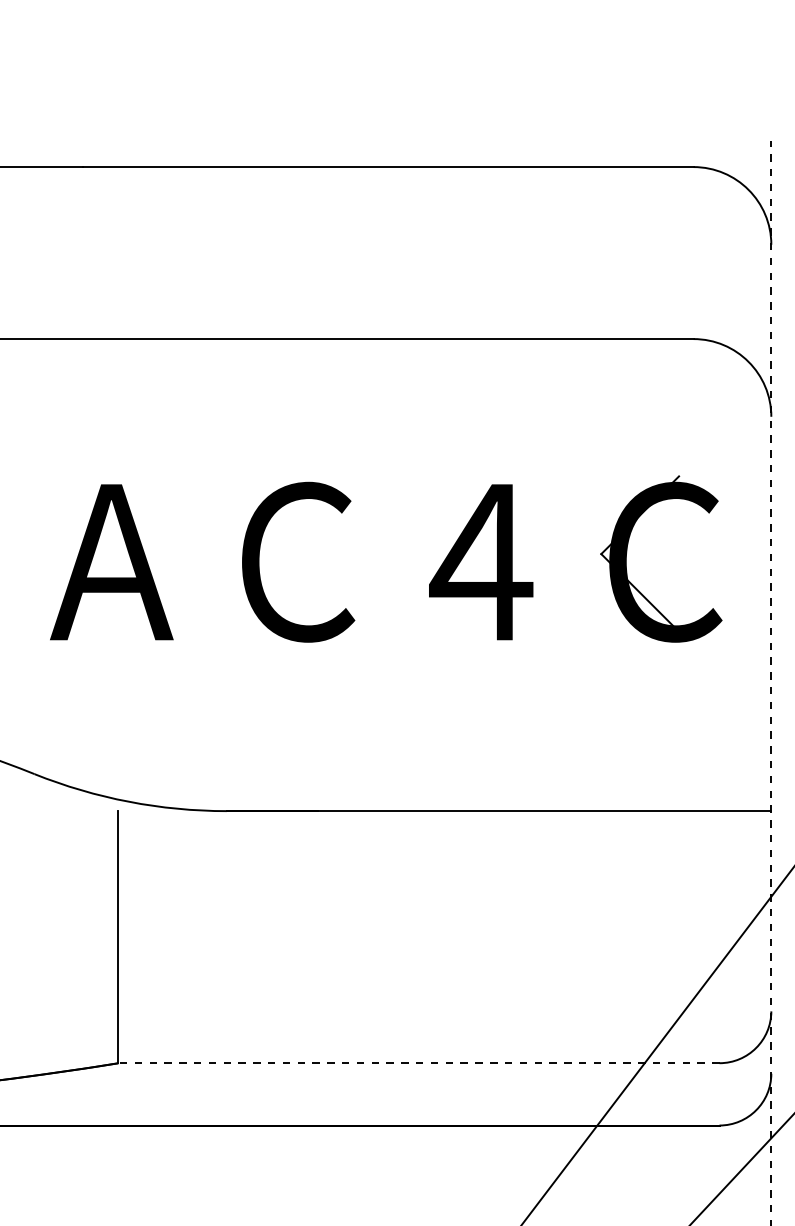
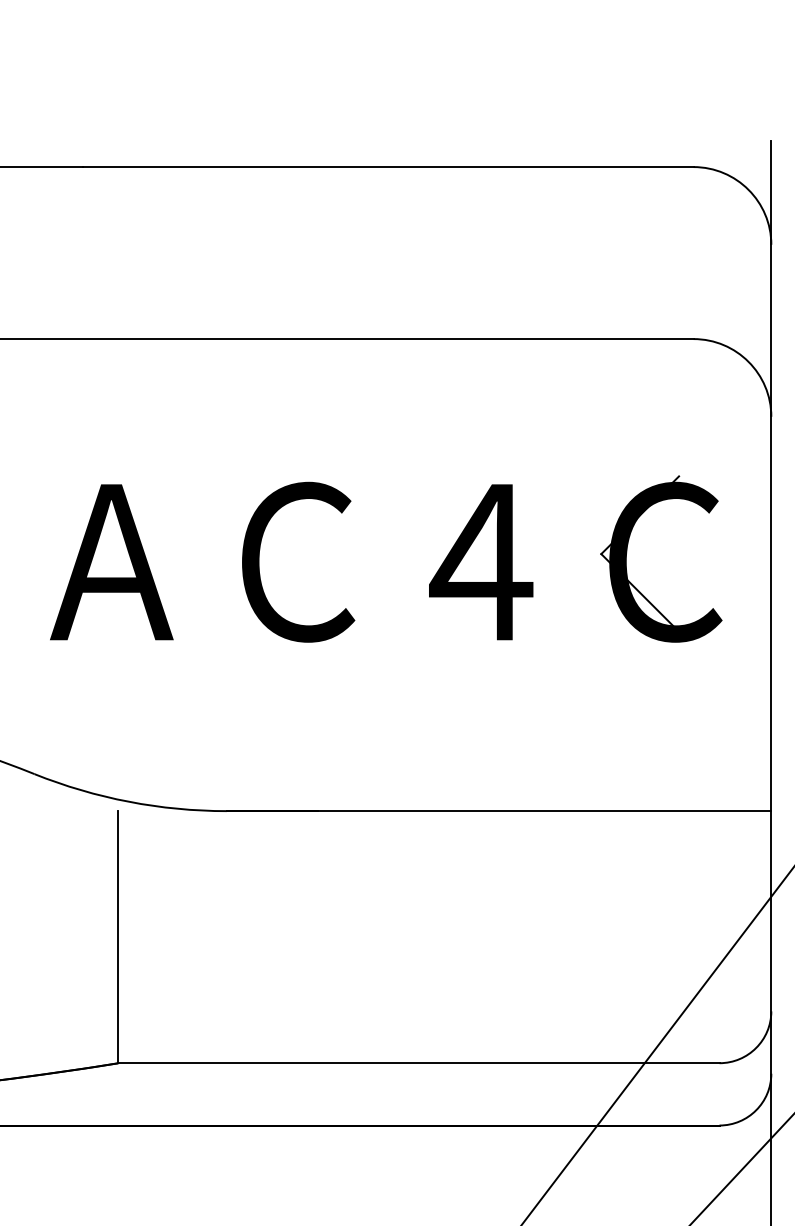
line at (771, 683): dashed -> solid
line at (418, 1063): dashed -> solid
